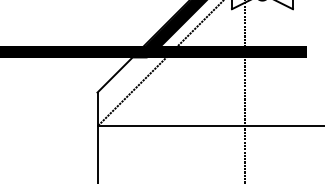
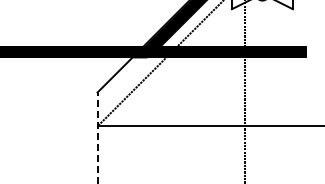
line at (97, 137): solid -> dashed
